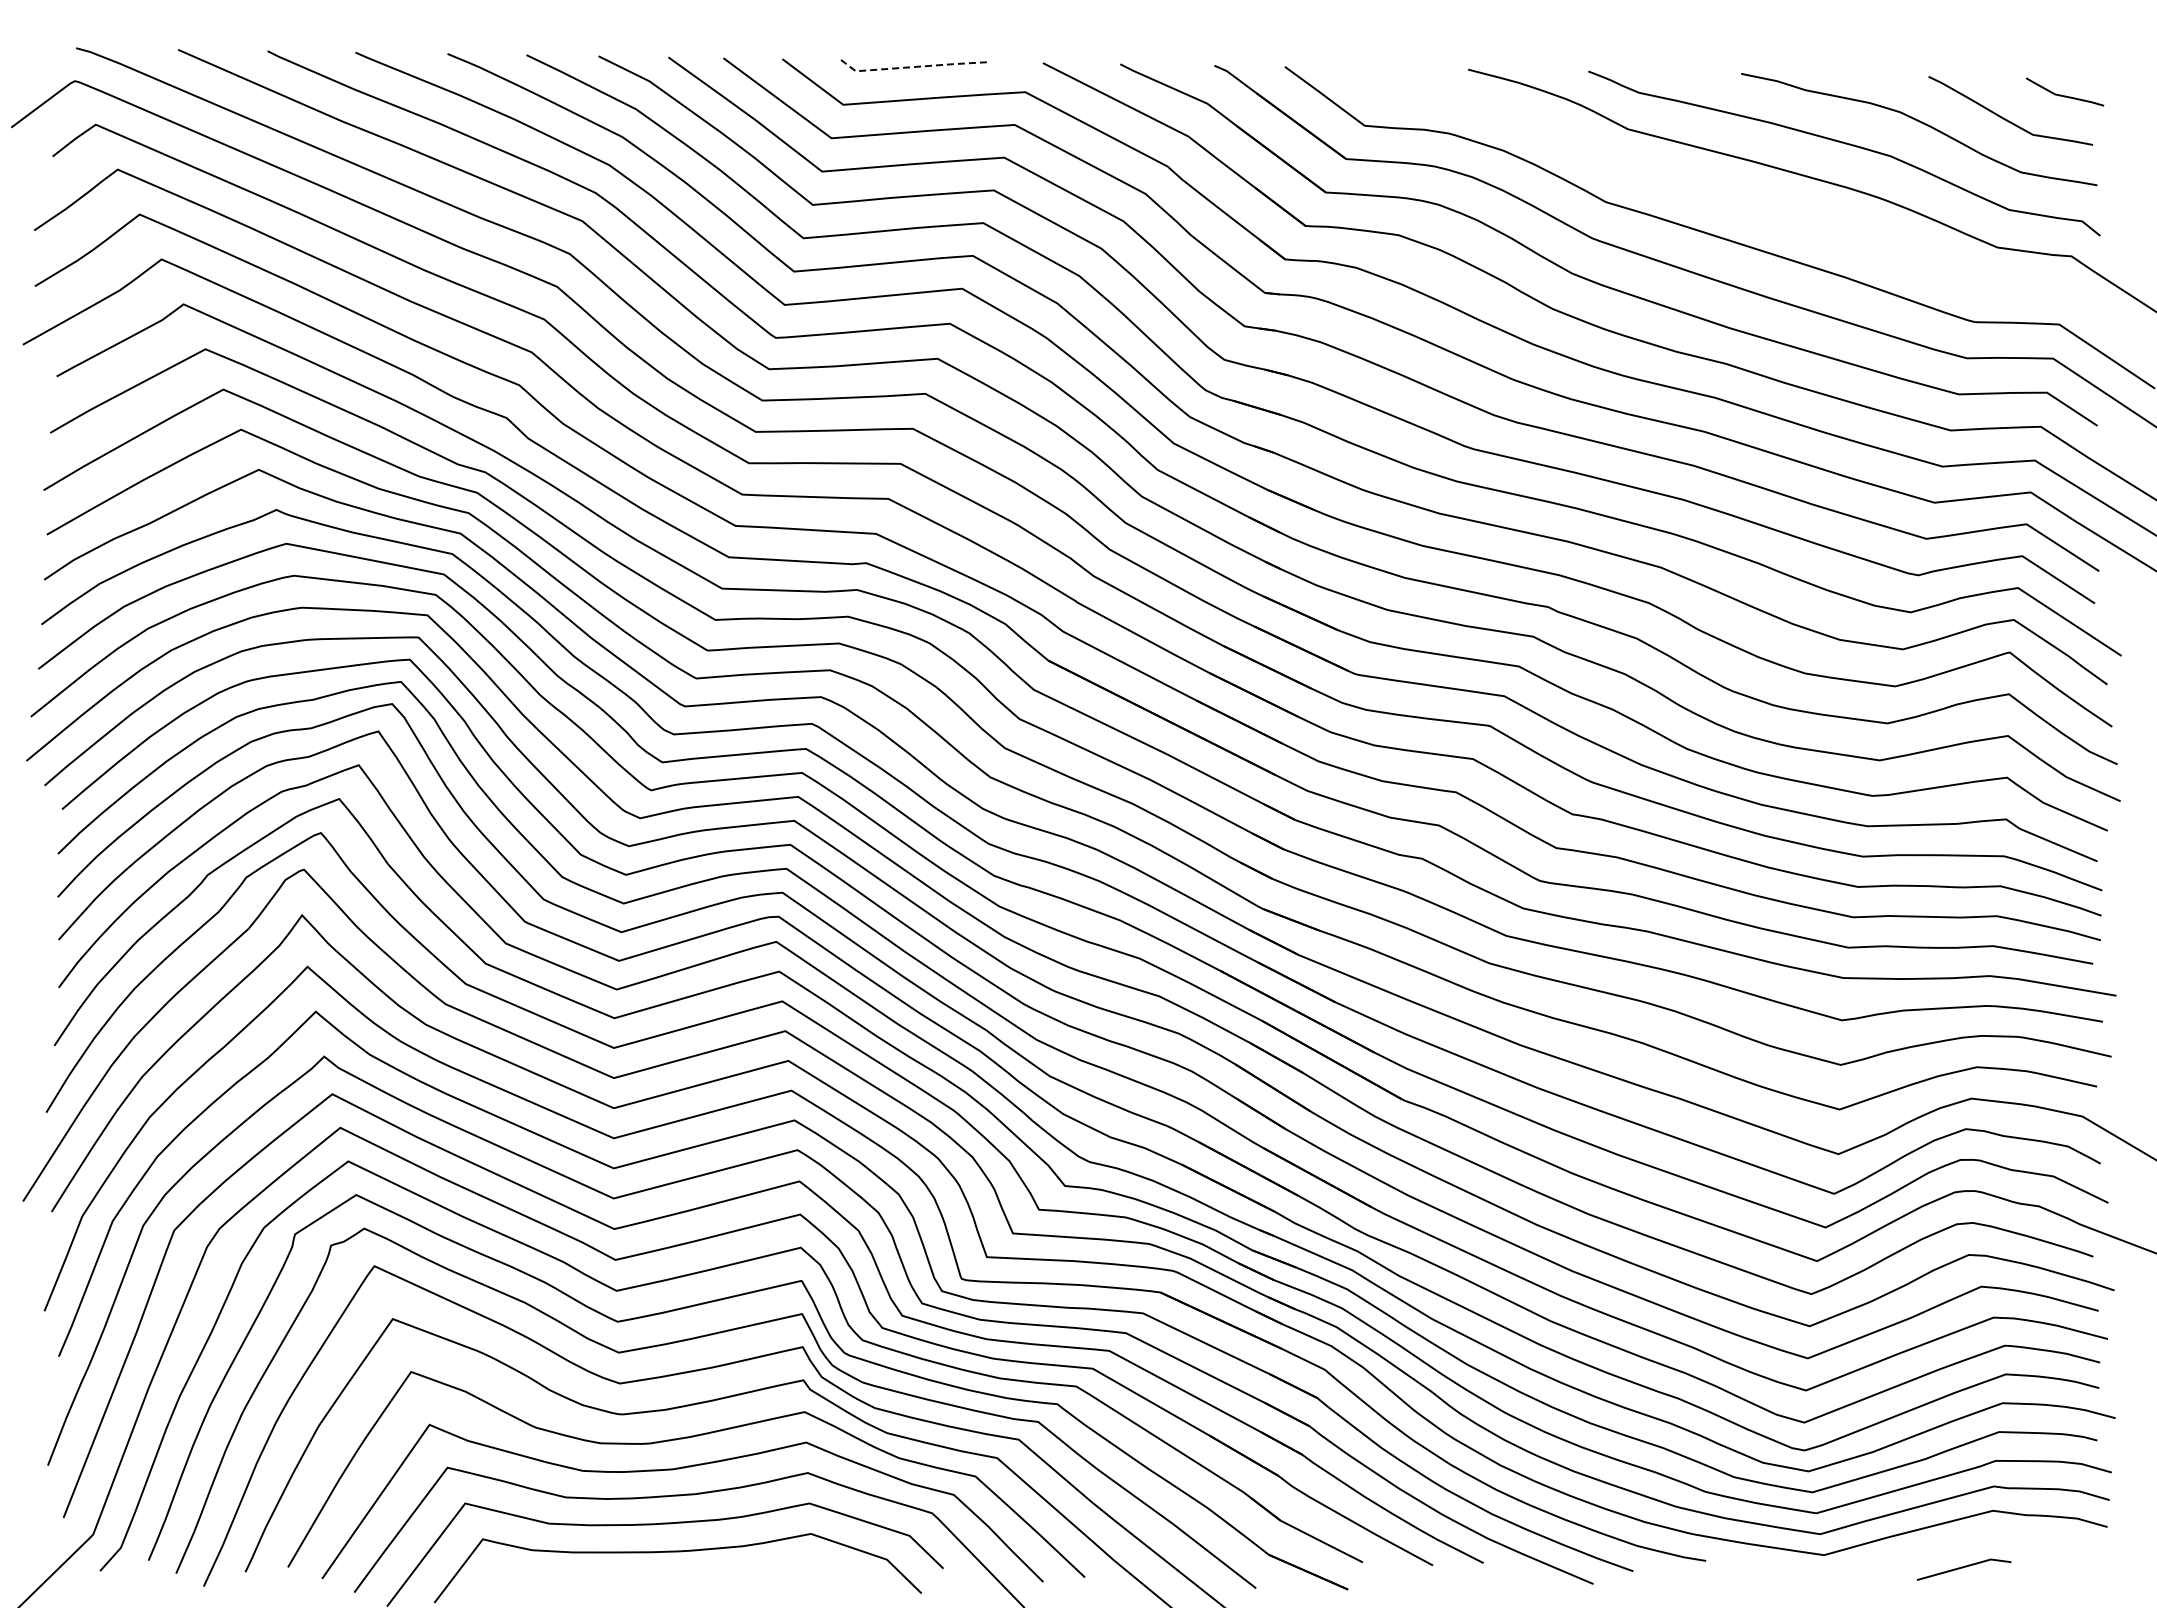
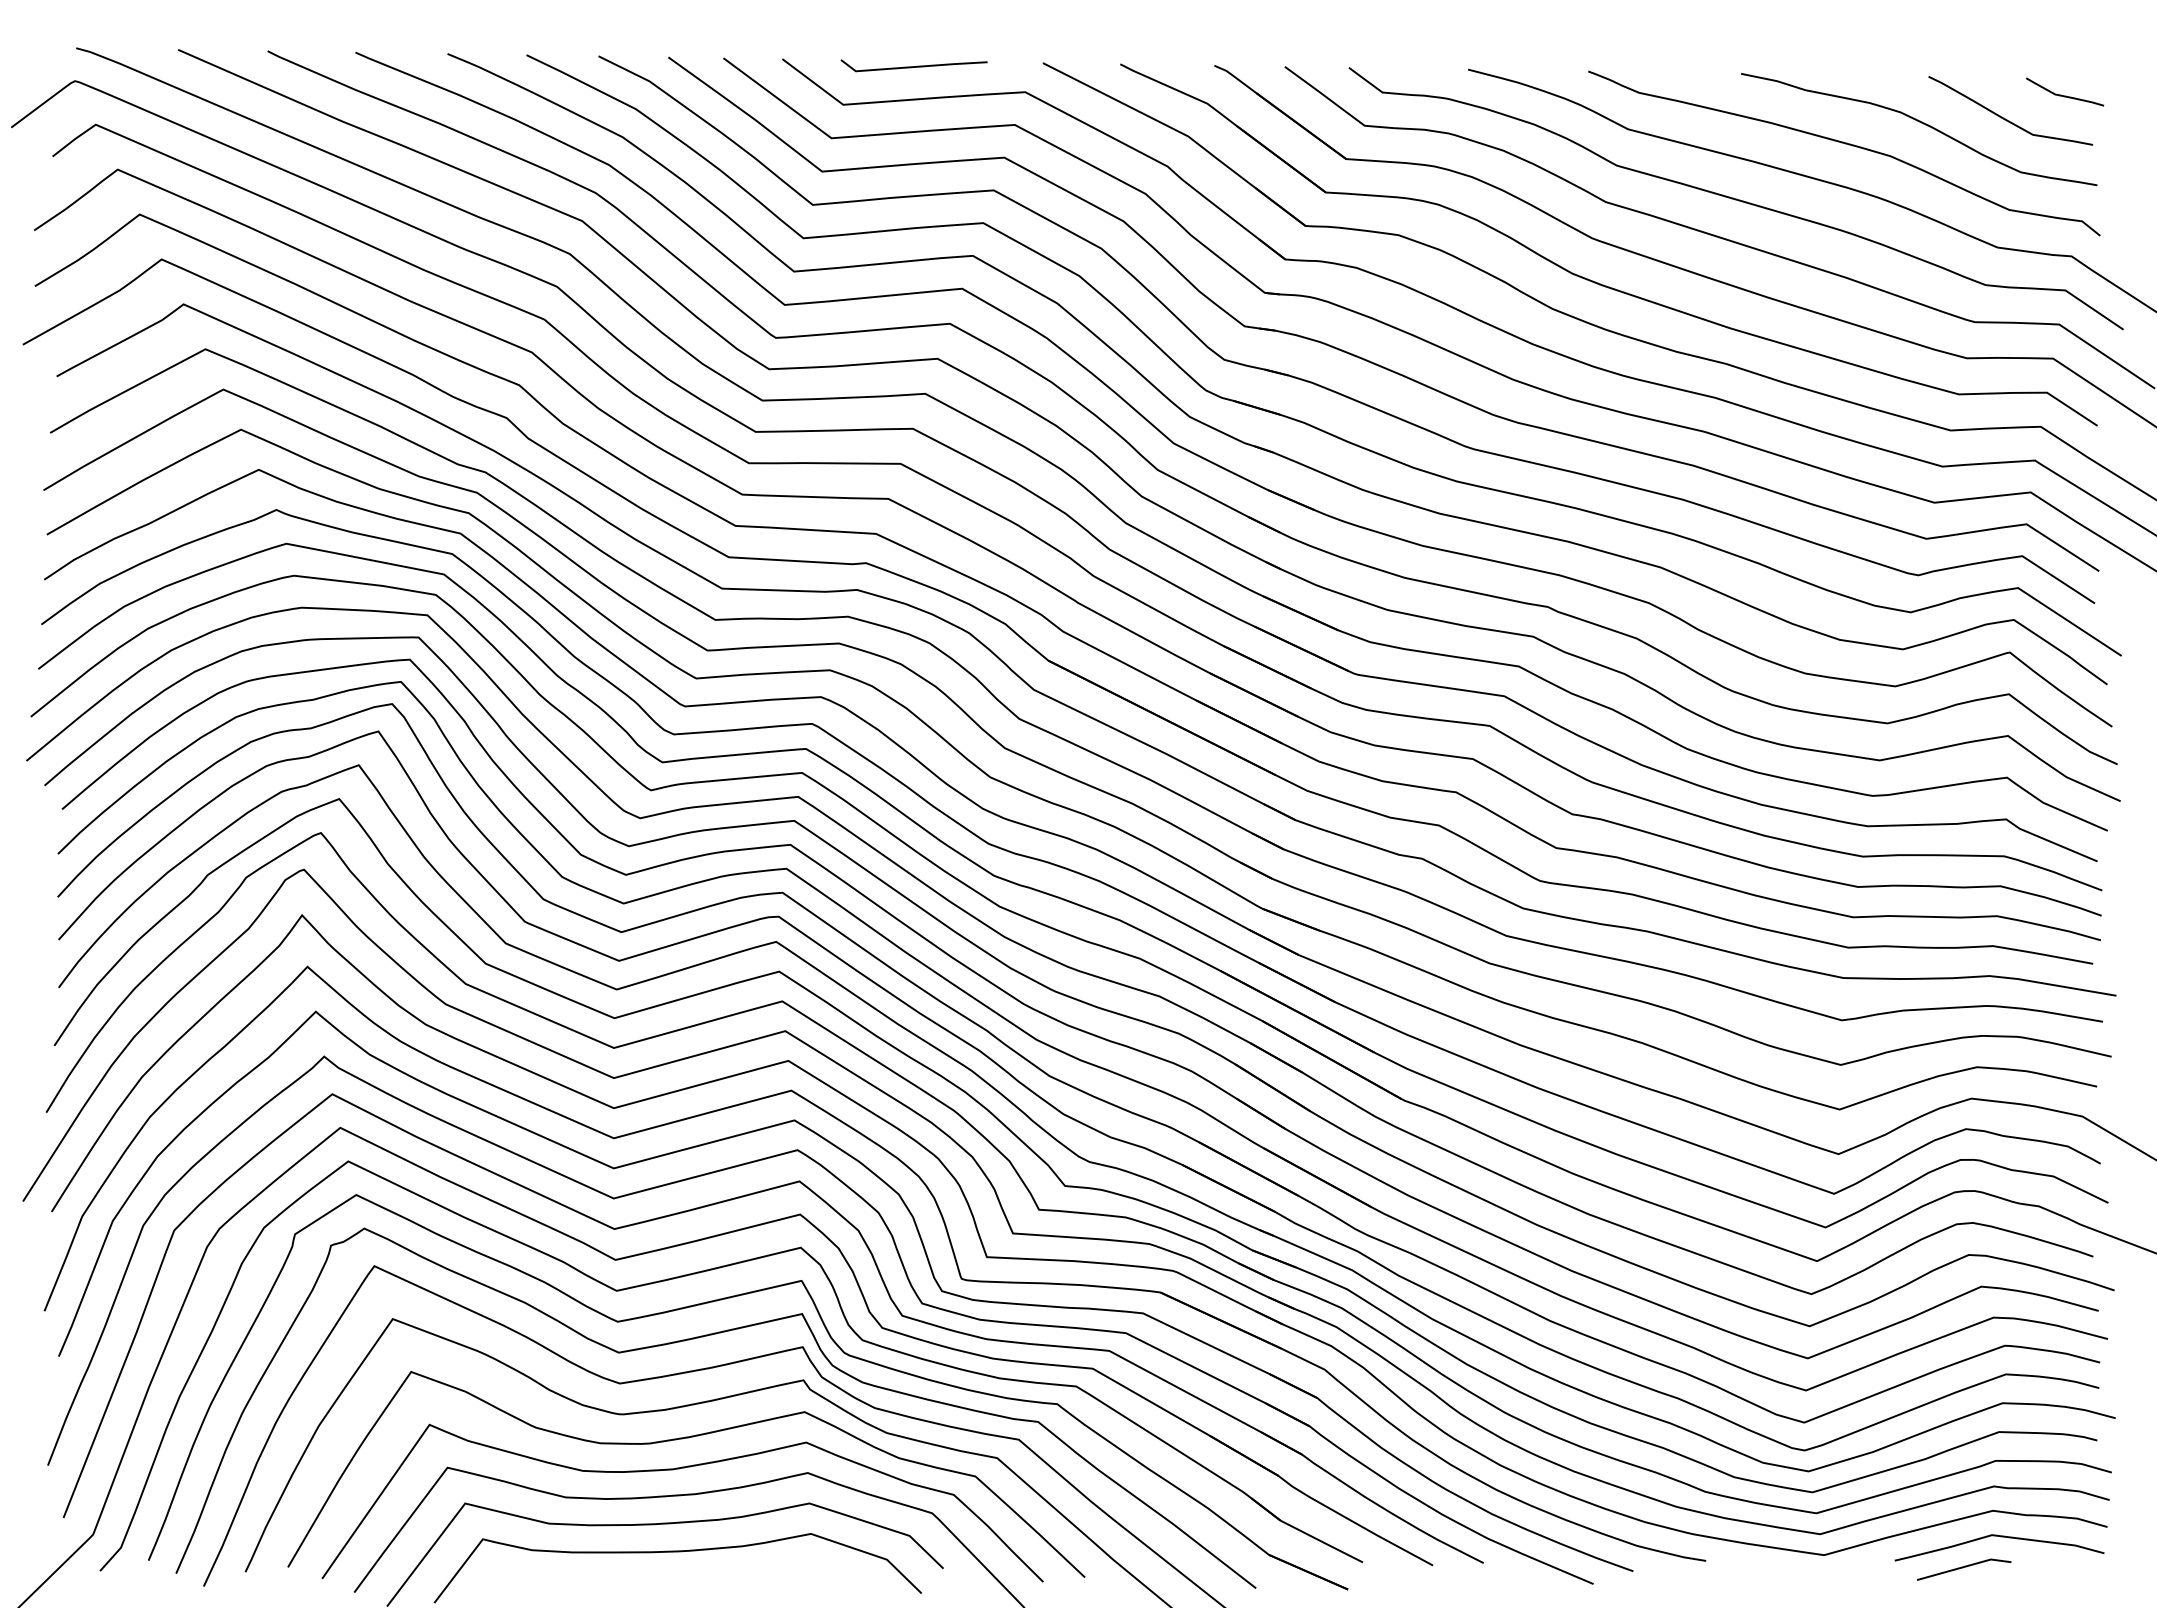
line at (912, 67): dashed -> solid
curve at (1735, 198): none -> present
curve at (2000, 1537): none -> present
